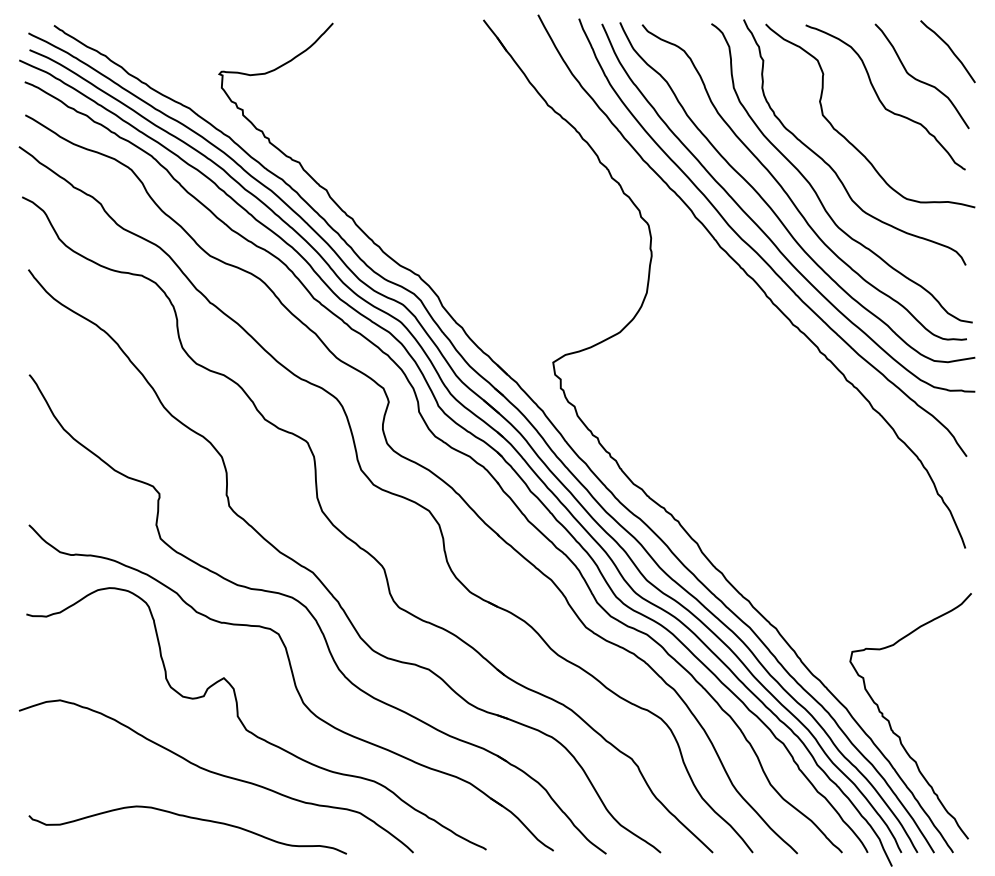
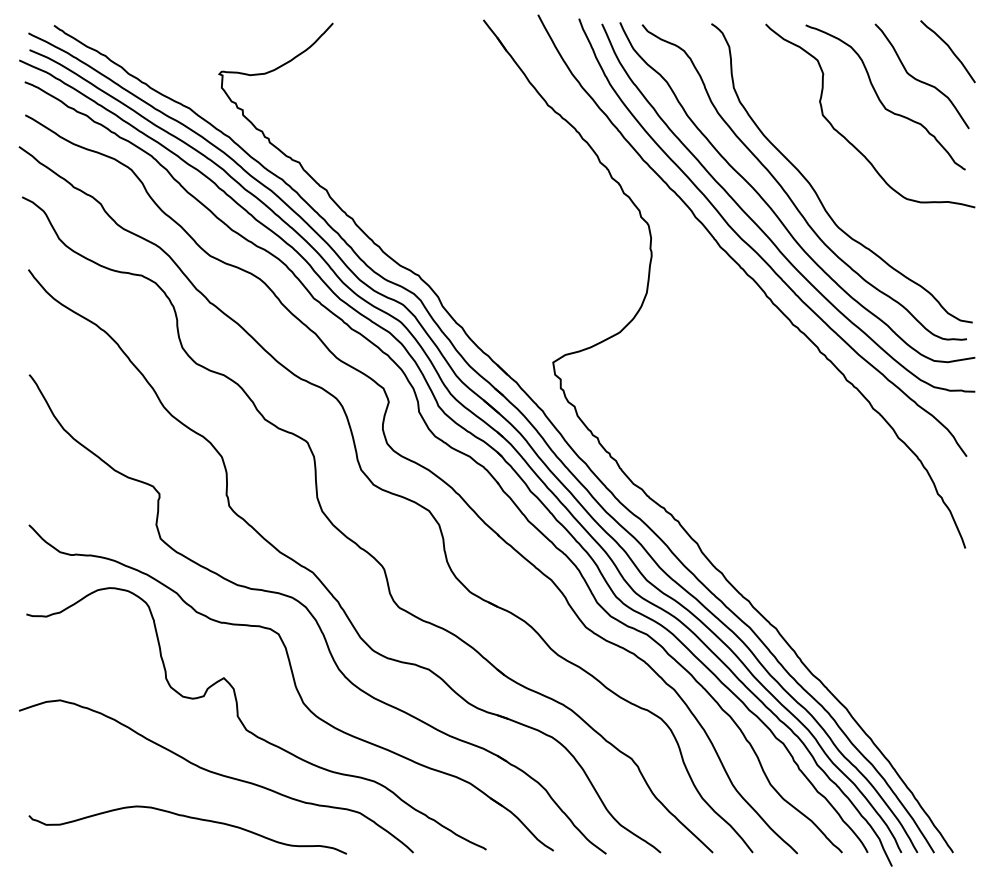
curve at (830, 165): present -> none
curve at (890, 723): present -> none
